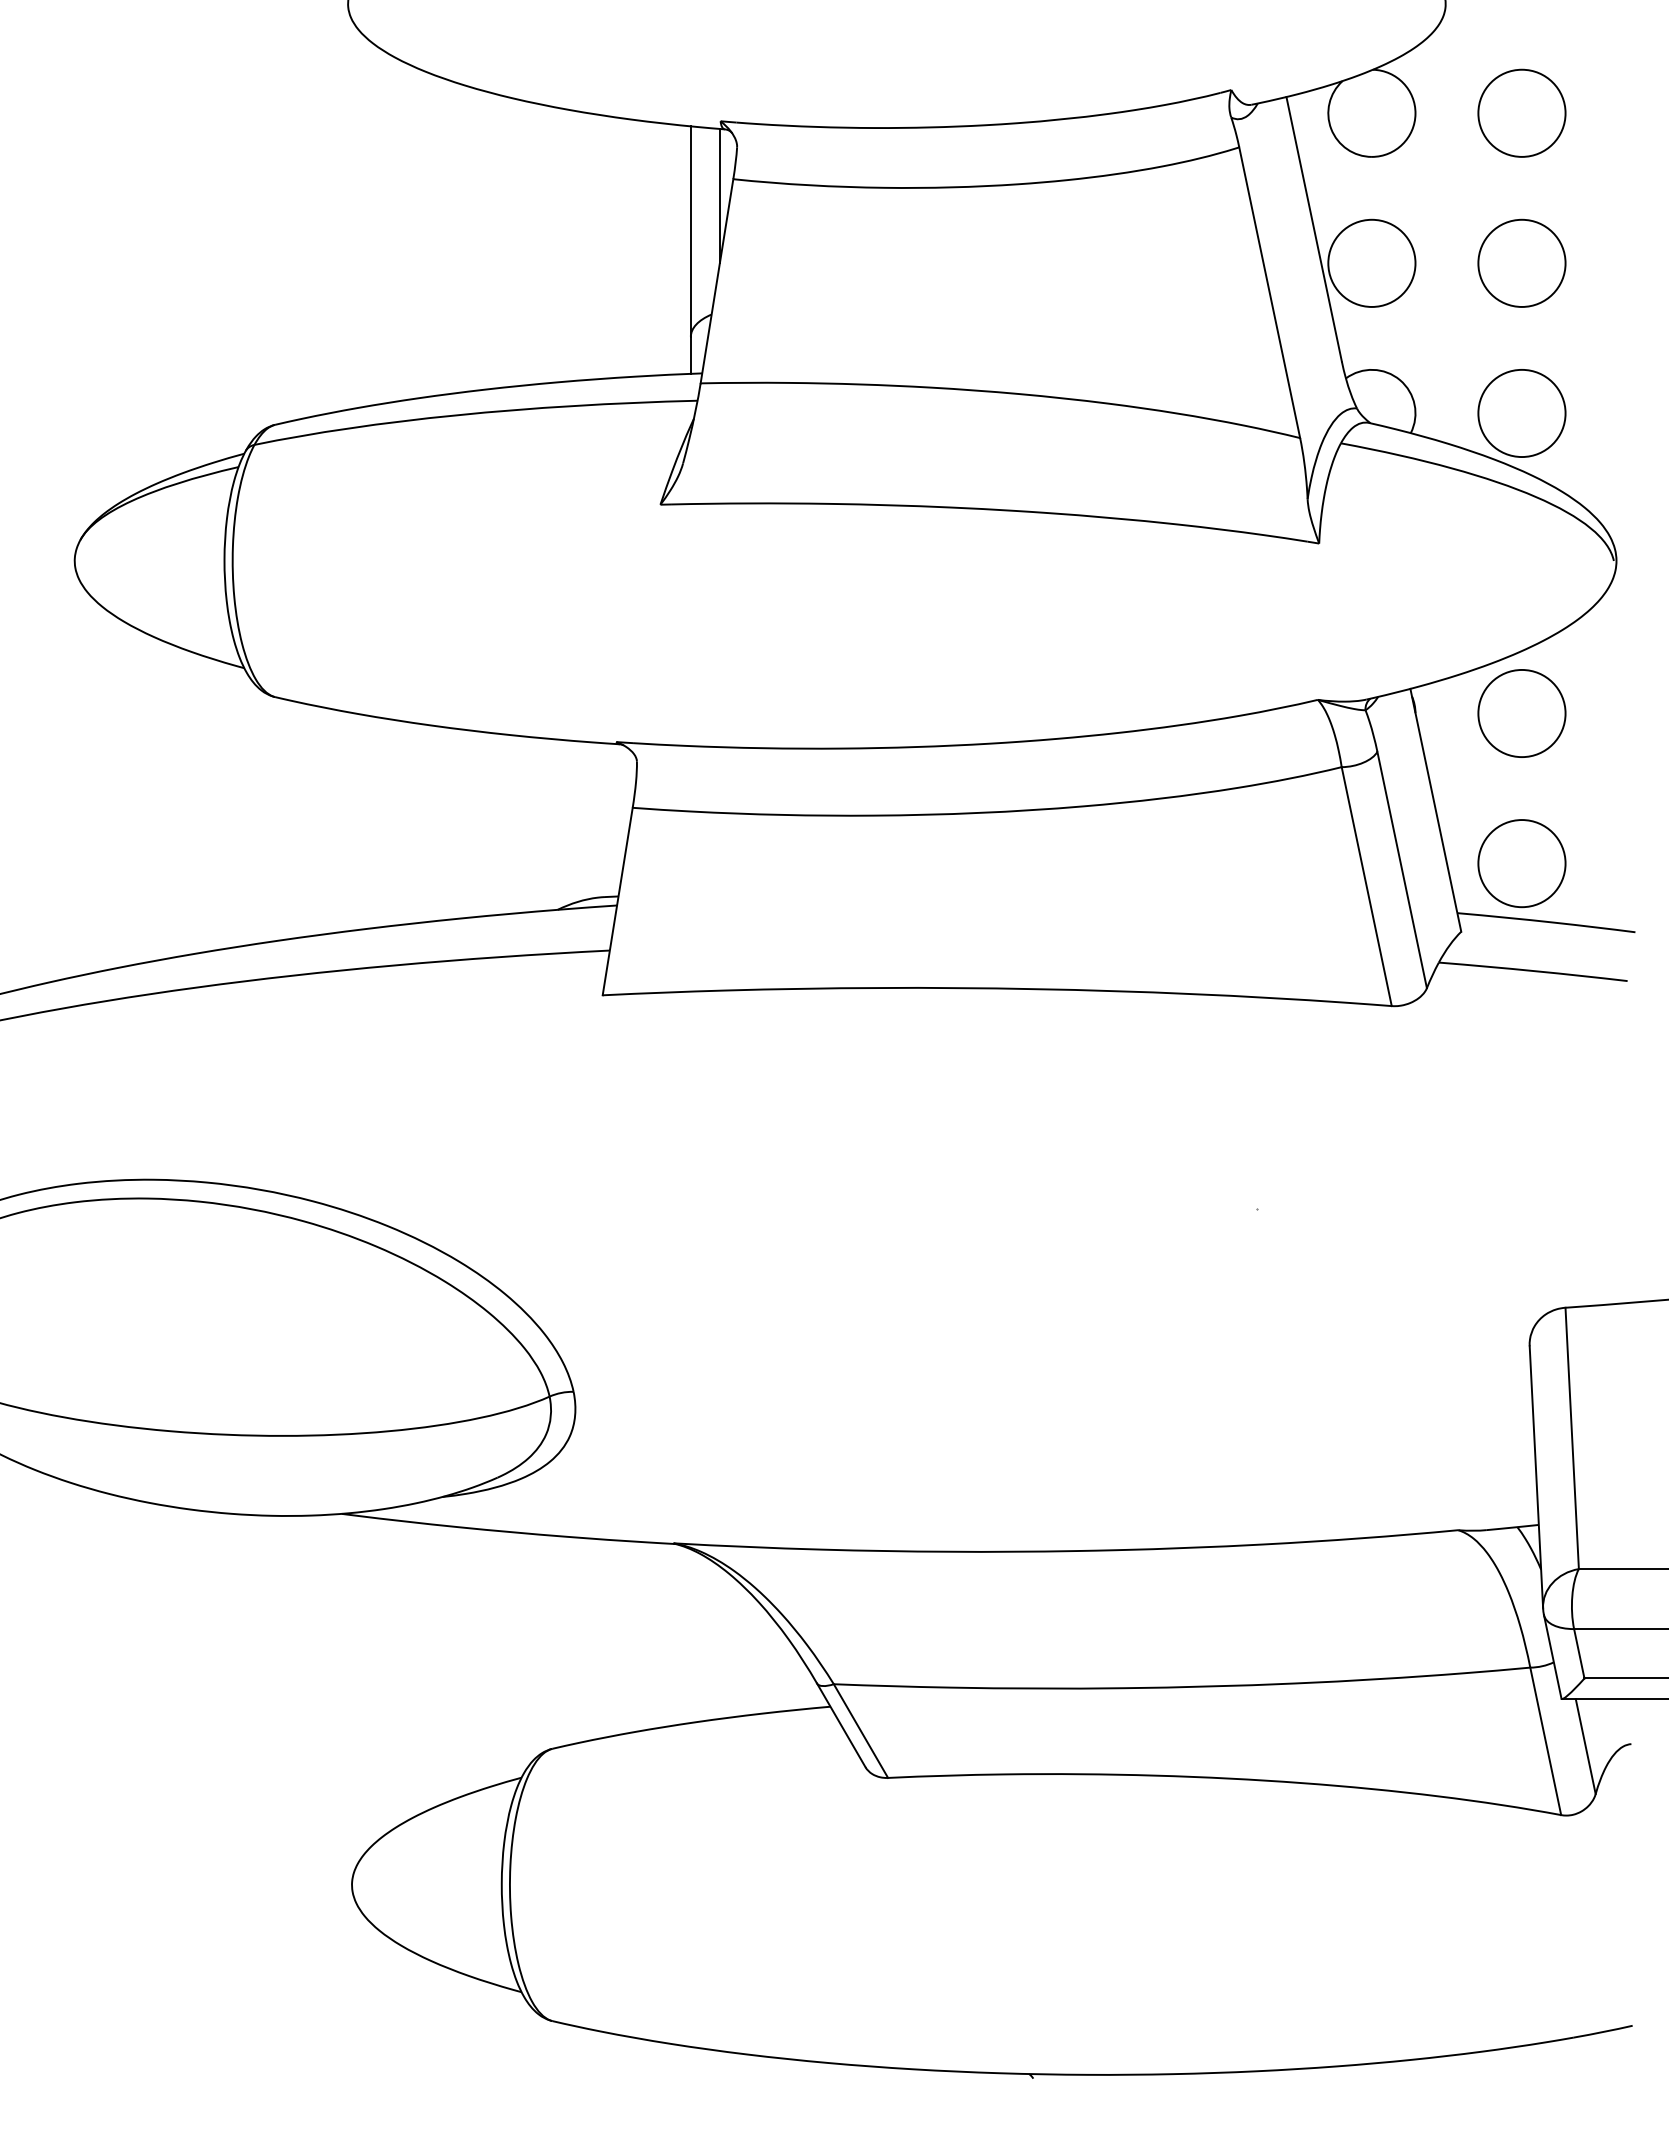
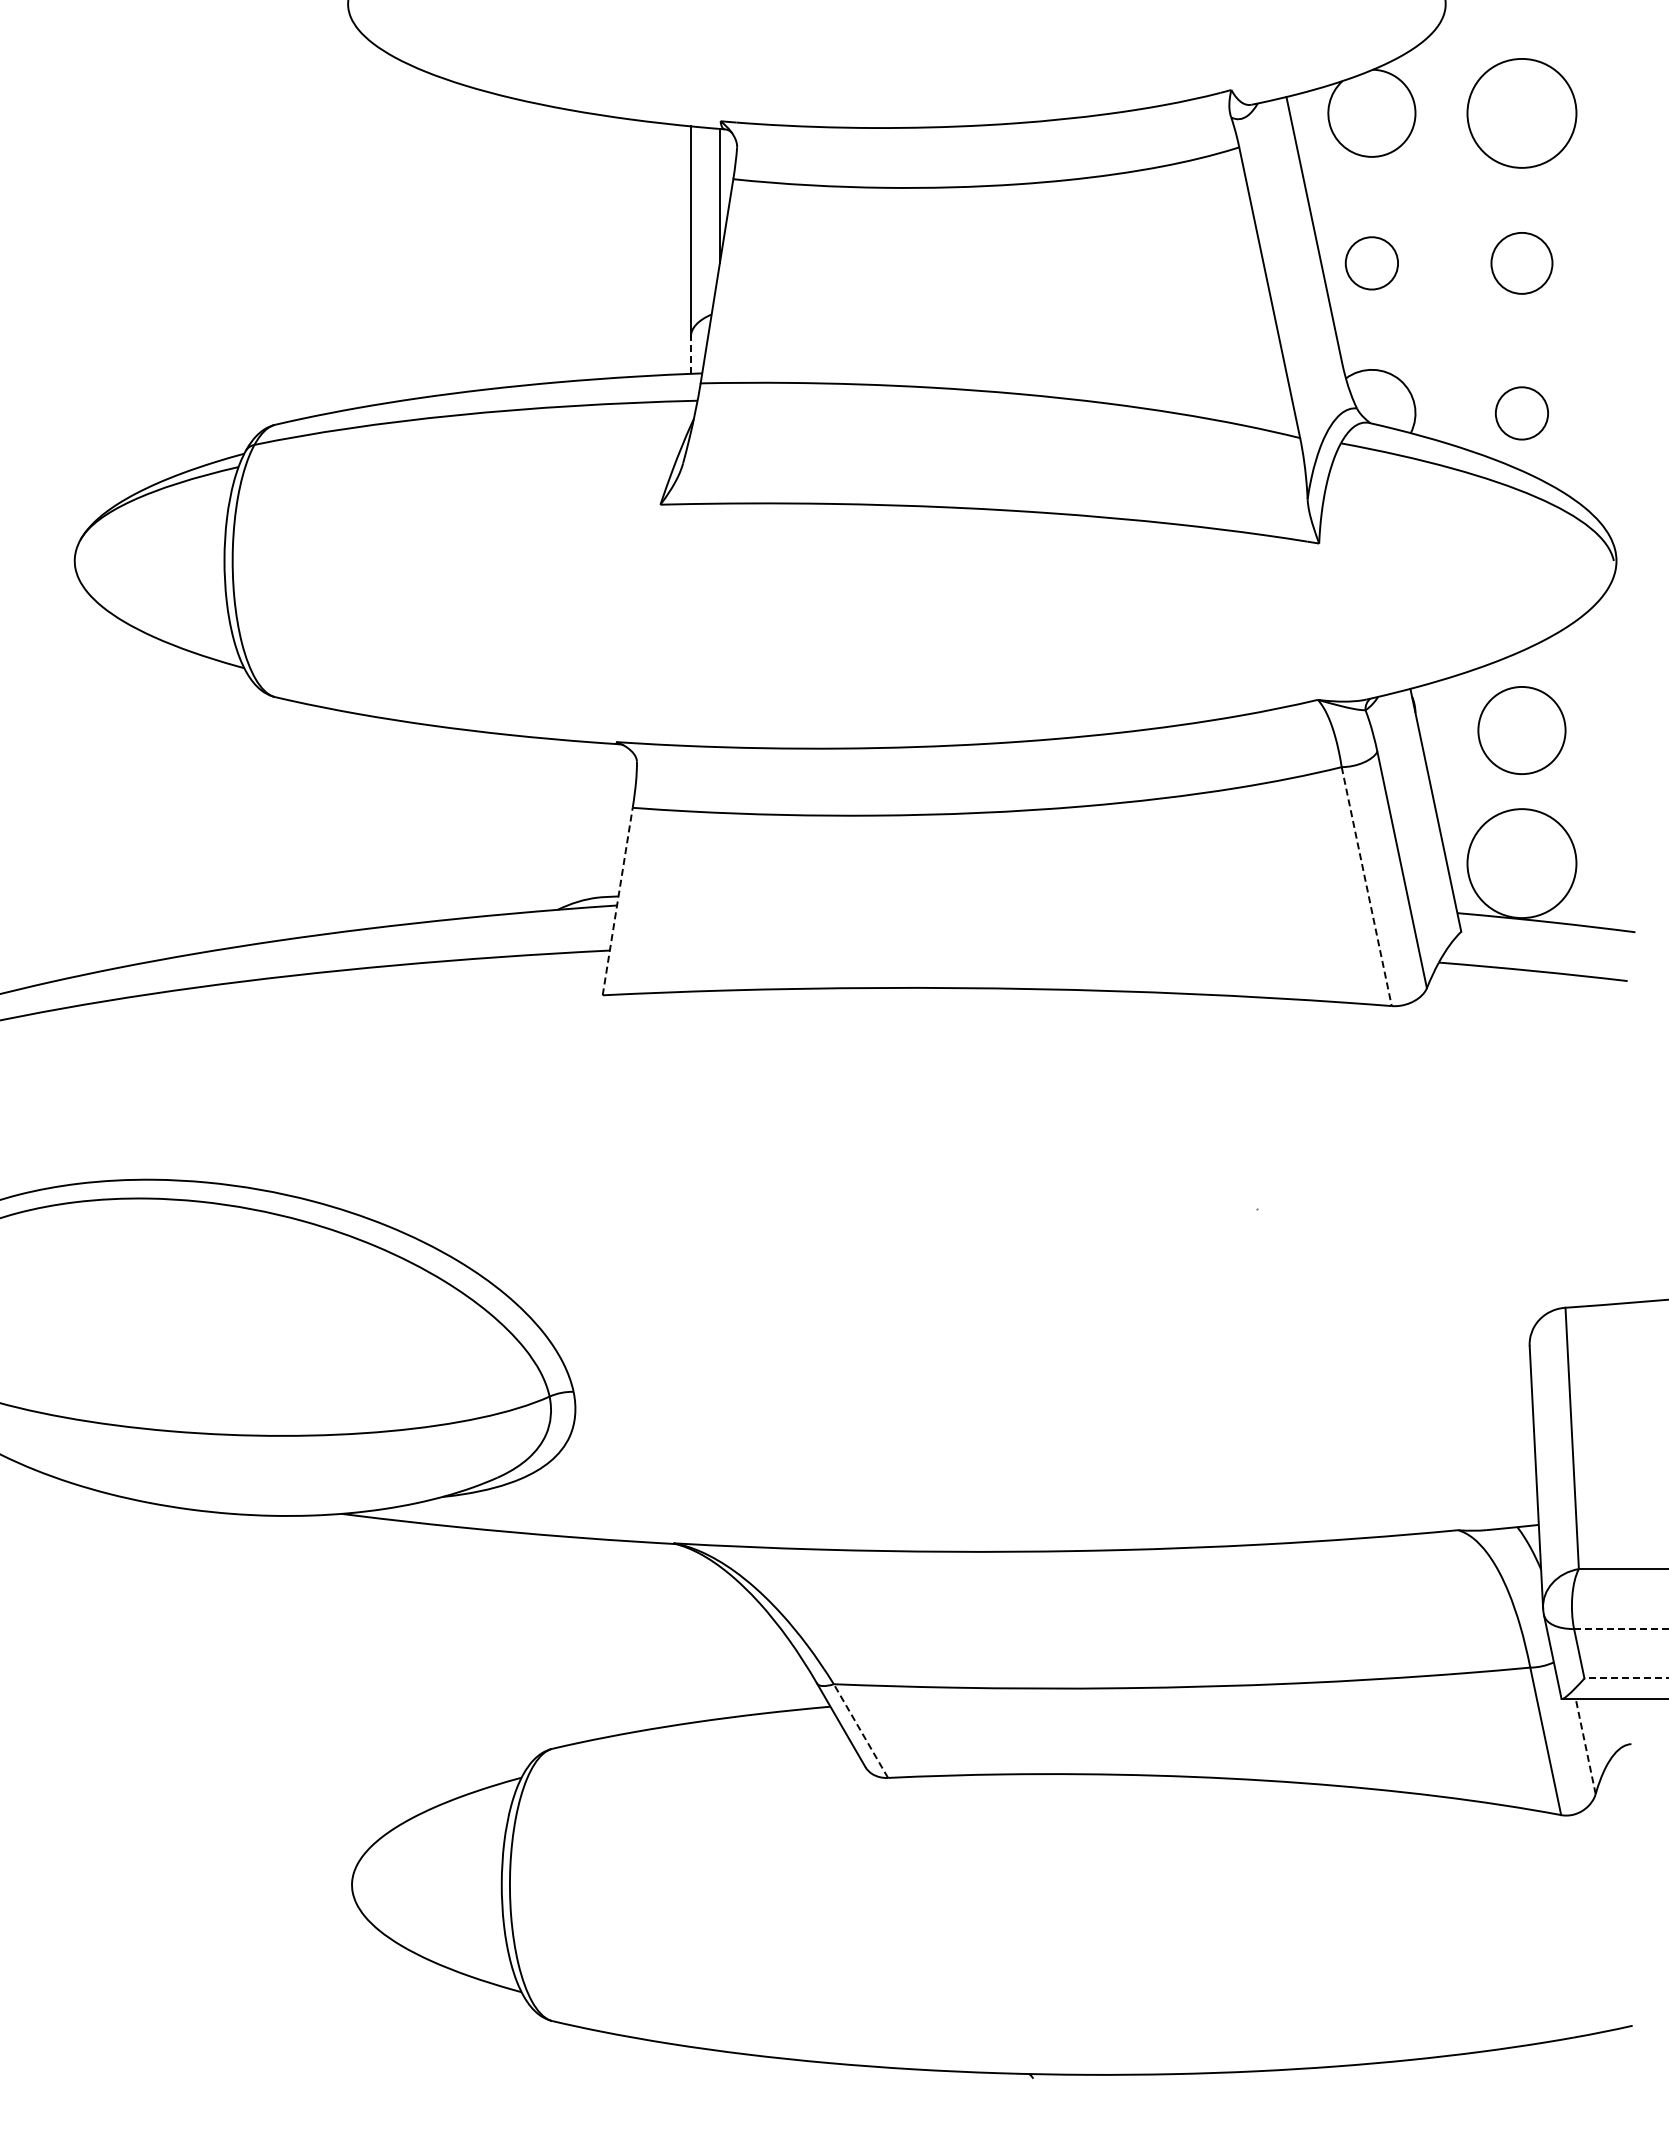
circle at (1521, 112) size: 90x90 px -> 112x111 px
circle at (1371, 262) diameter: 87 px -> 52 px
circle at (1521, 262) diameter: 87 px -> 61 px
line at (690, 355): solid -> dashed
circle at (1521, 413) diameter: 87 px -> 52 px
circle at (1521, 713) position: (1521, 713) -> (1521, 730)
circle at (1521, 863) diameter: 87 px -> 109 px
line at (1366, 887): solid -> dashed
line at (617, 901): solid -> dashed
line at (1621, 1629): solid -> dashed
line at (1626, 1678): solid -> dashed
line at (860, 1730): solid -> dashed
line at (1585, 1746): solid -> dashed
